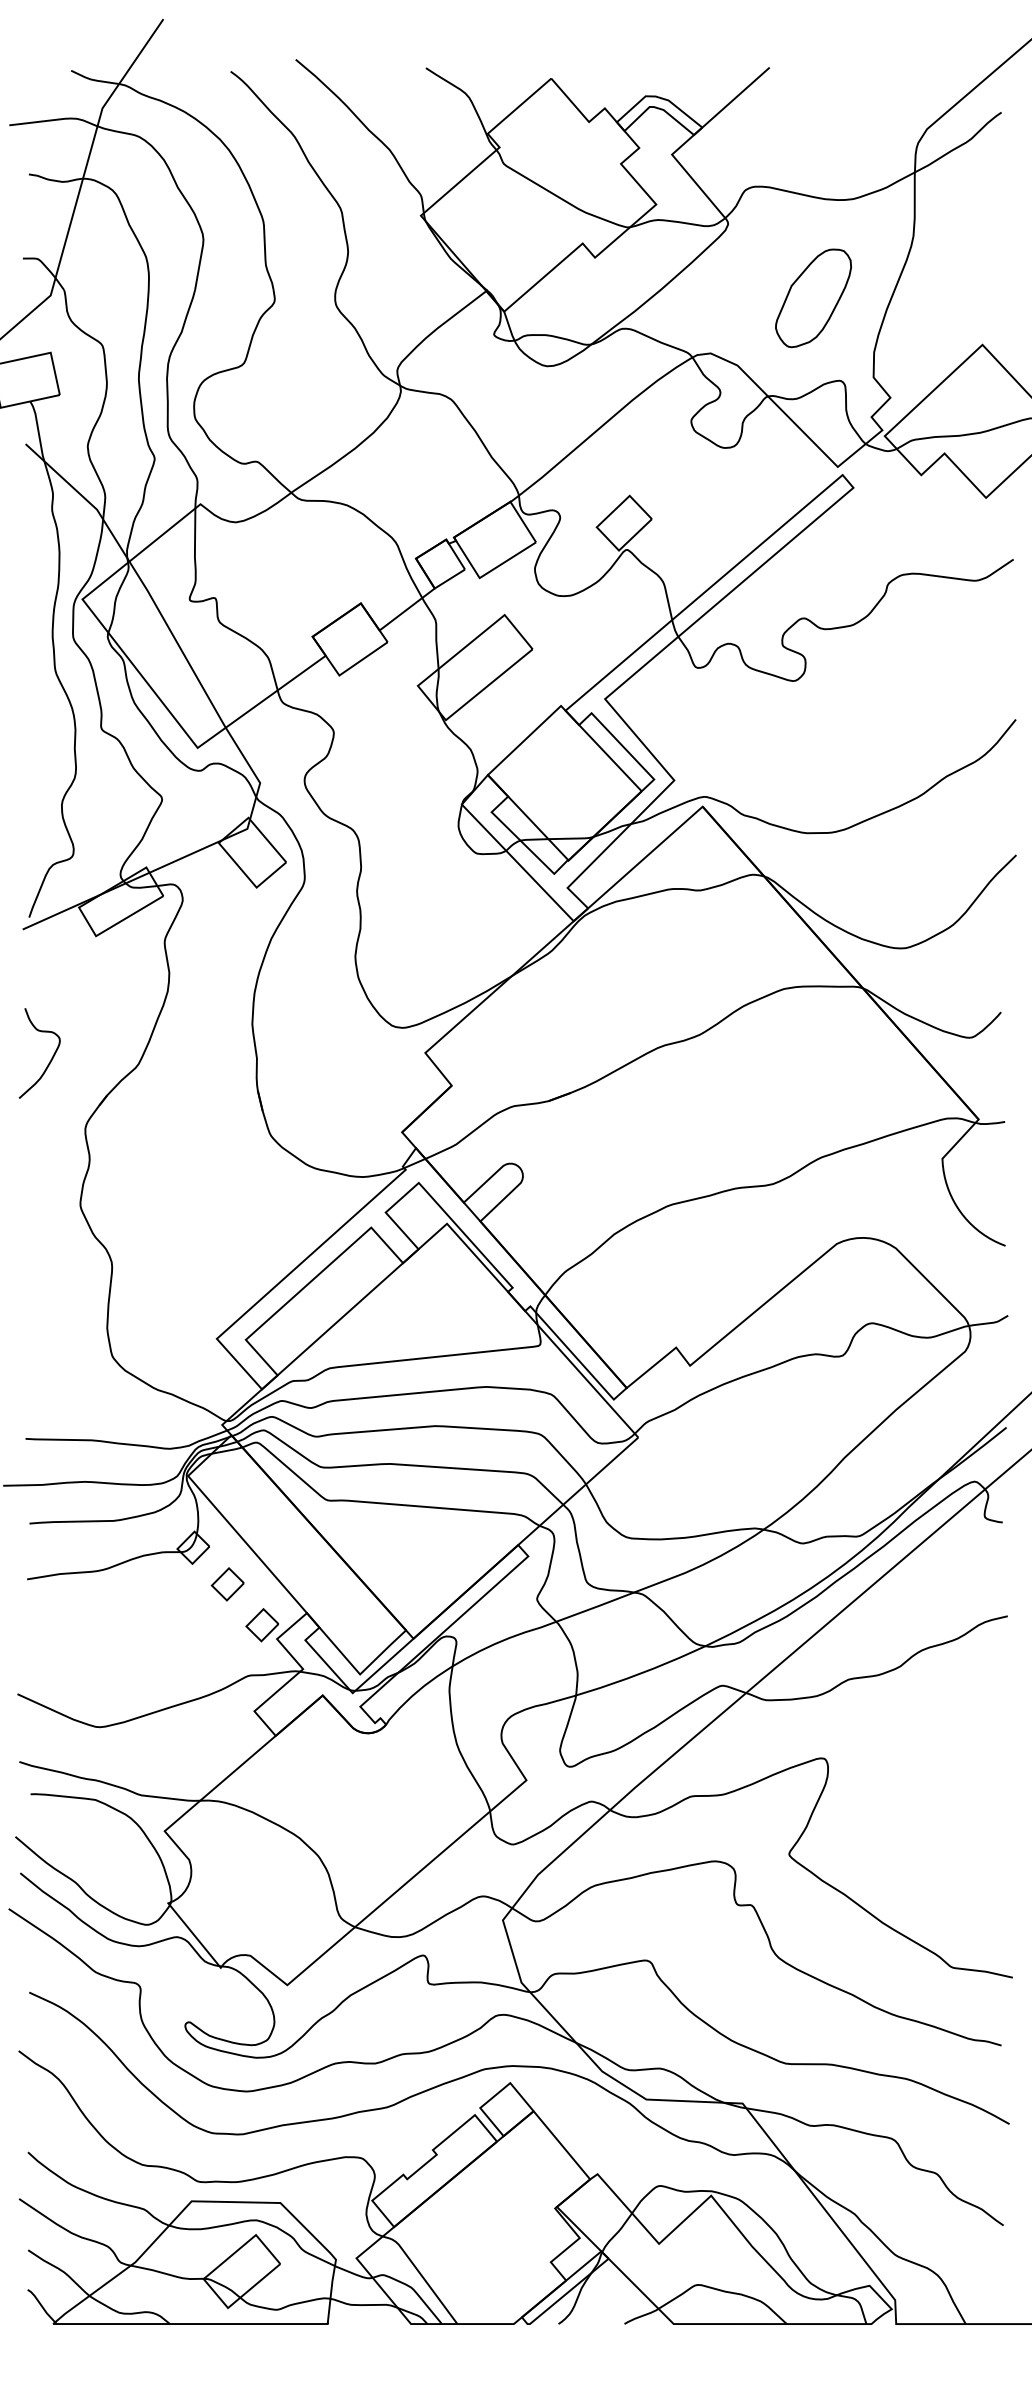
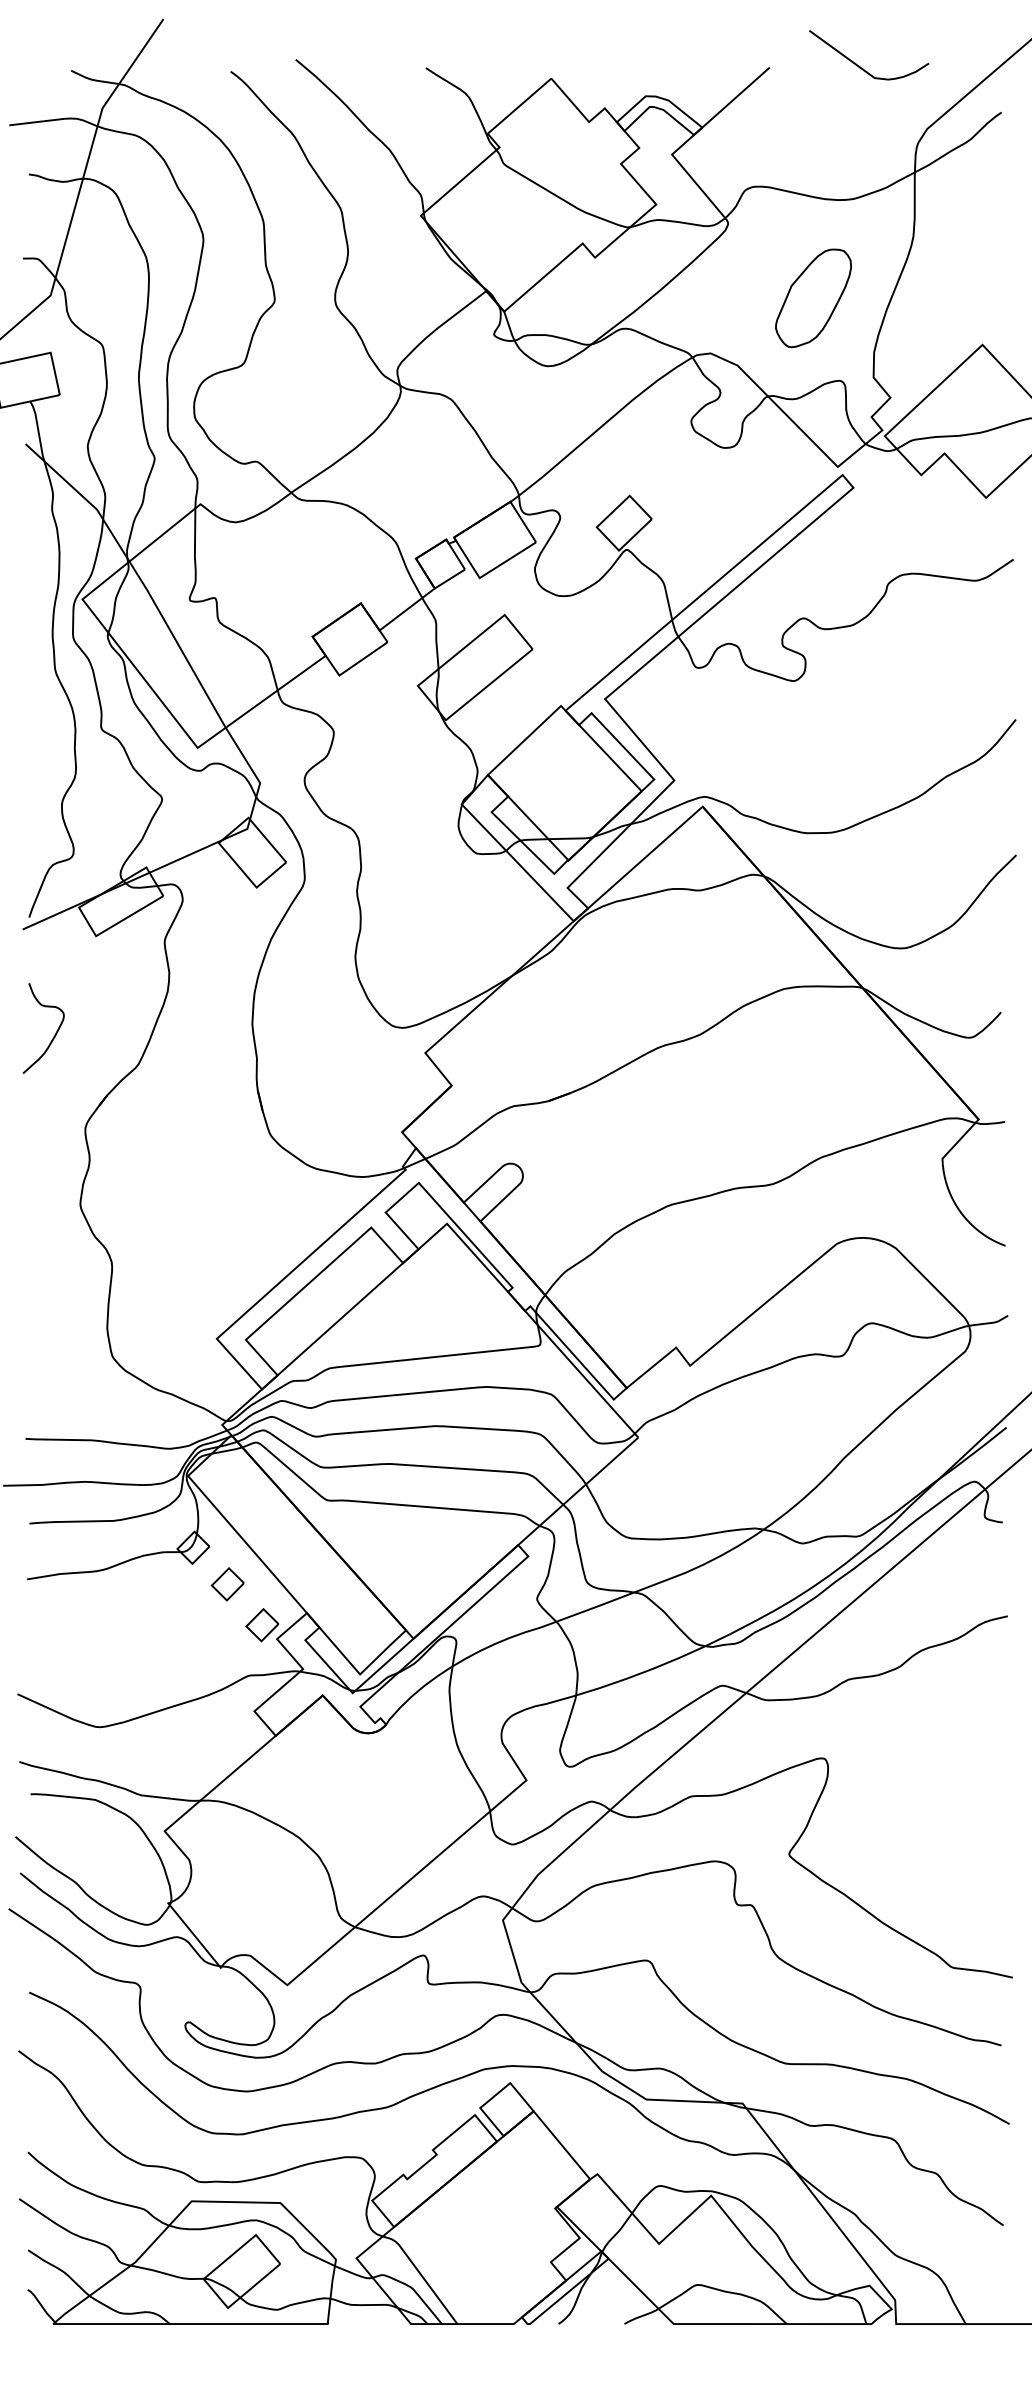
curve at (859, 65): none -> present
curve at (50, 1059) position: (50, 1059) -> (54, 1034)
